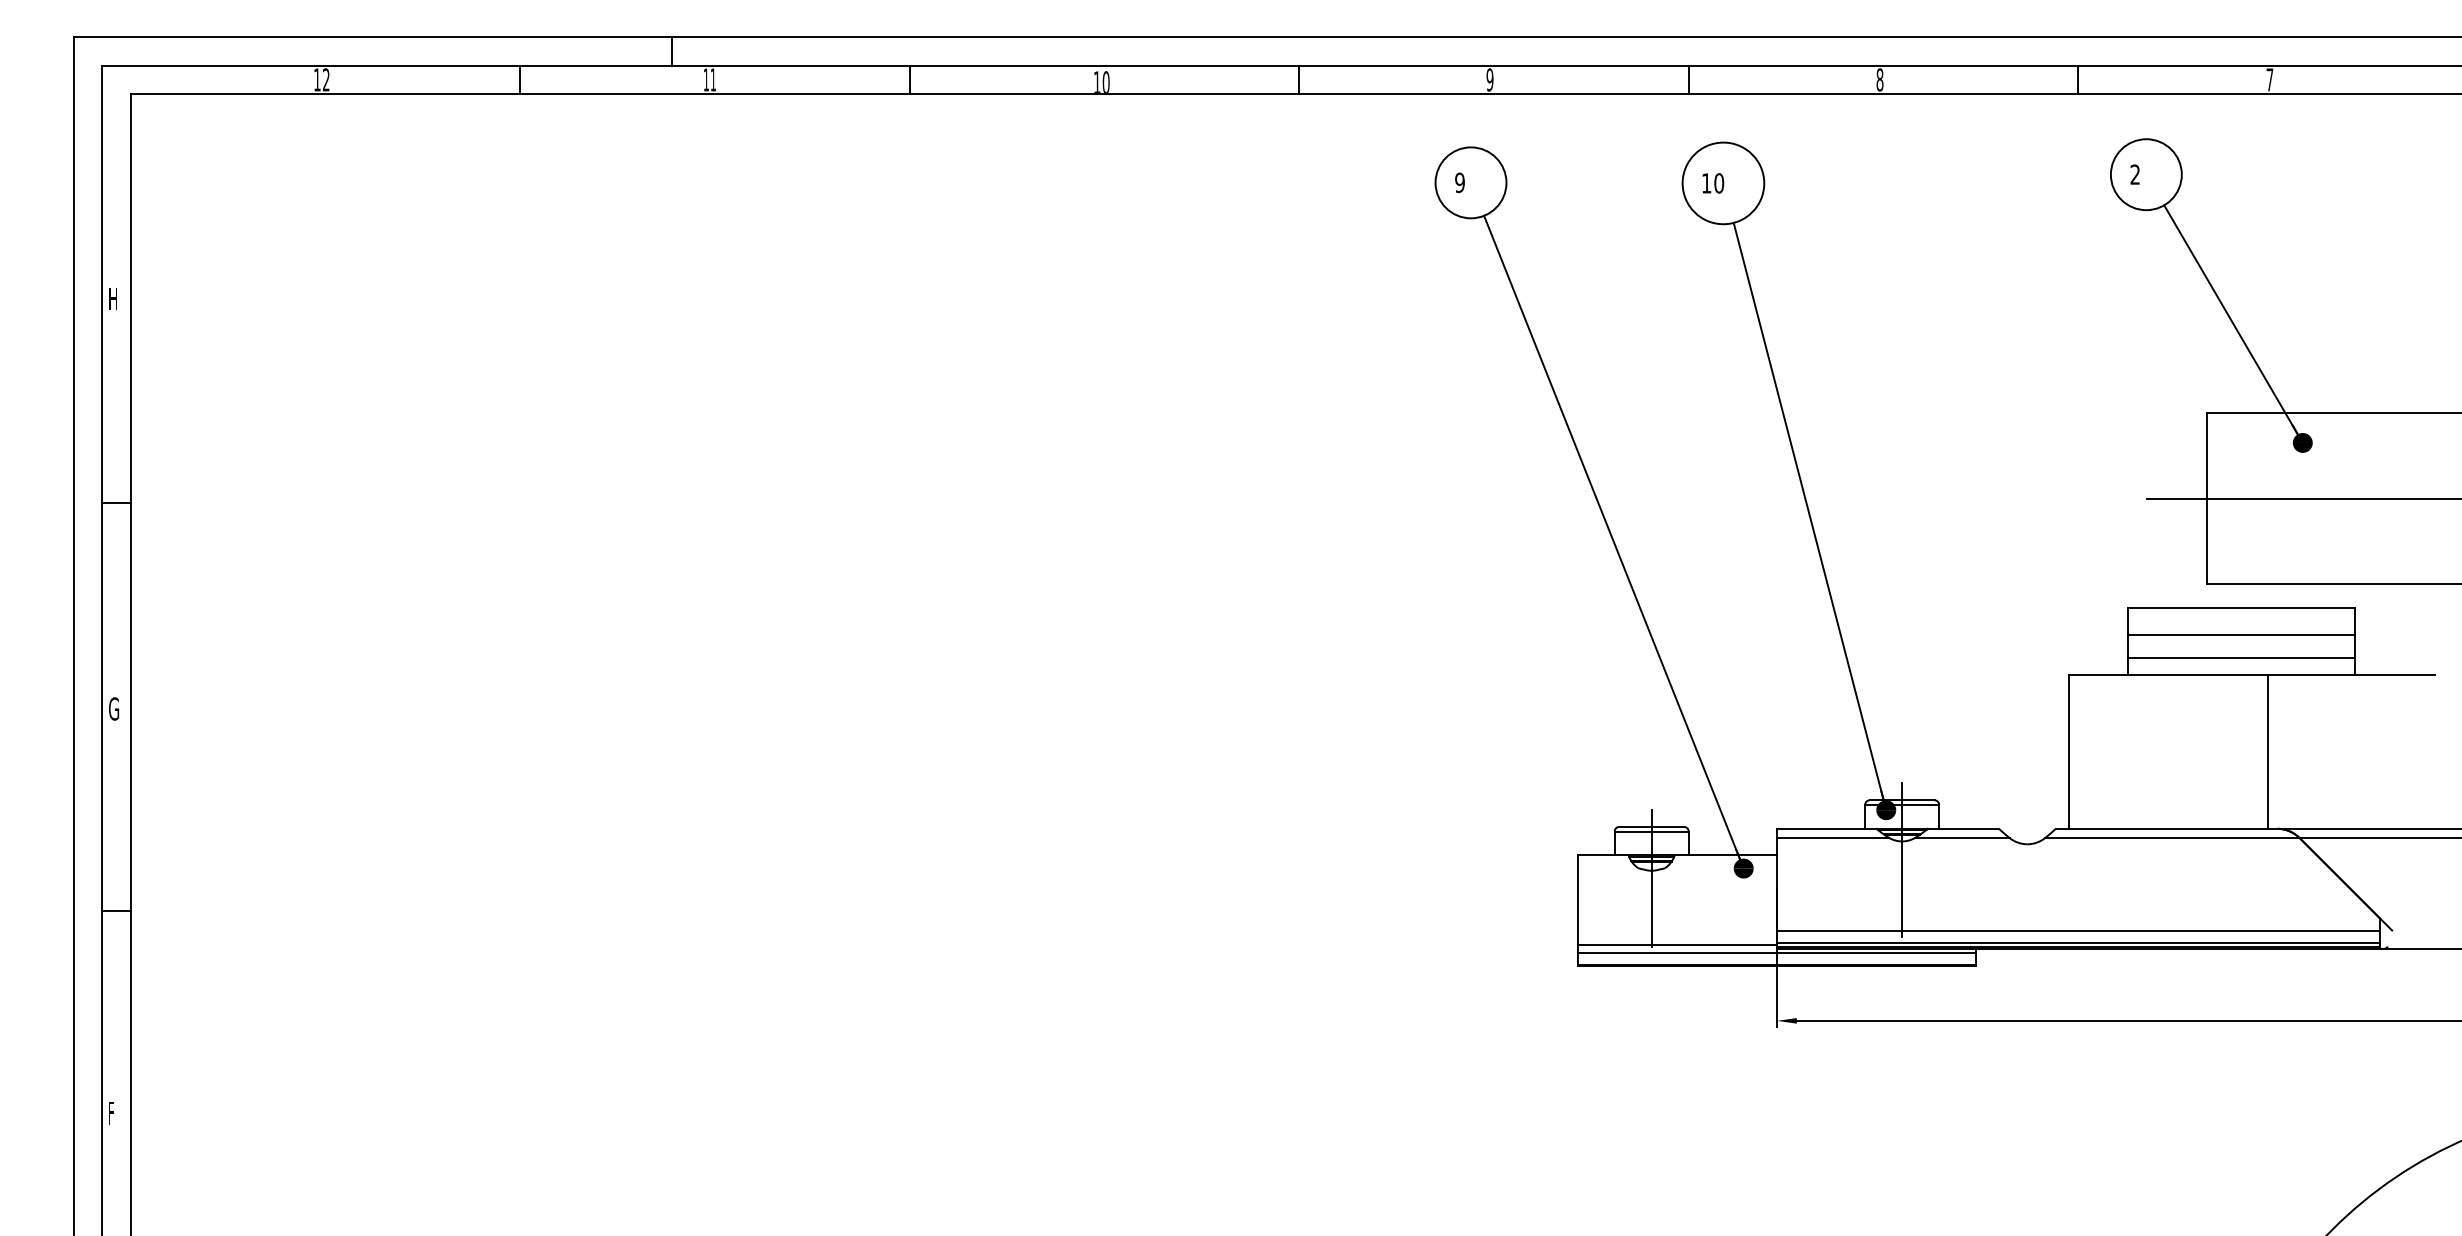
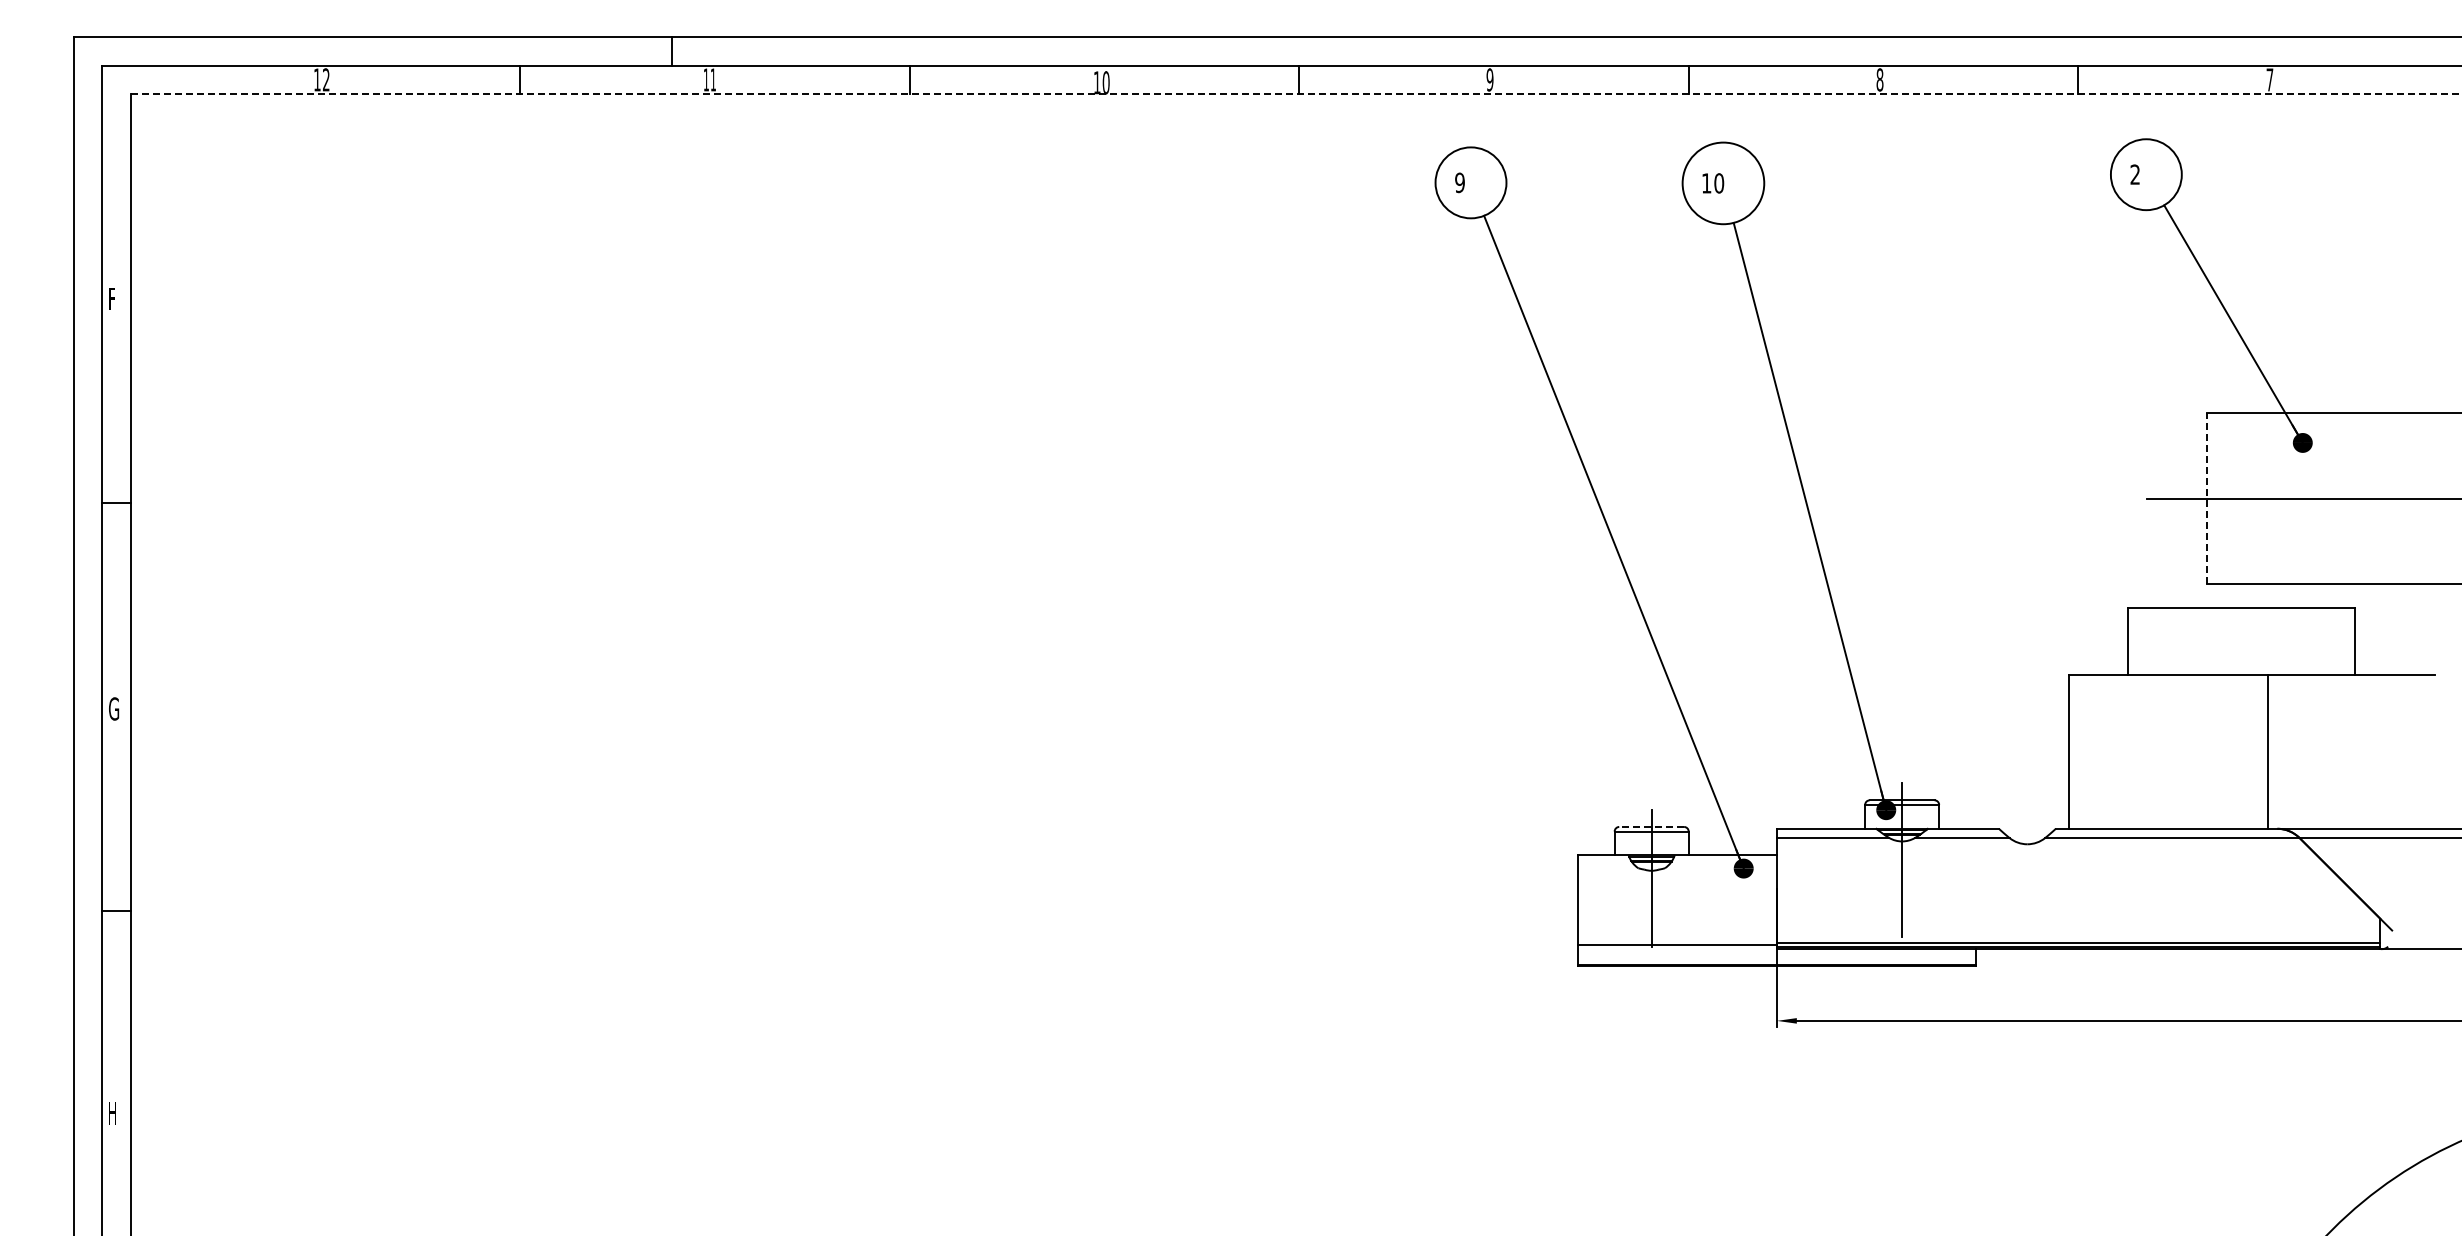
line at (1296, 94): solid -> dashed
text at (113, 298): H -> F
line at (2207, 498): solid -> dashed
line at (2241, 635): present -> none
line at (2241, 658): present -> none
line at (1651, 826): solid -> dashed
line at (2078, 930): present -> none
line at (1776, 952): present -> none
text at (112, 1113): F -> H
